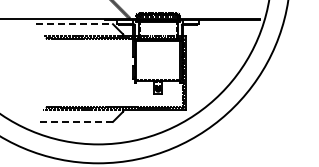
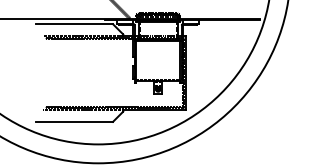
line at (74, 24): dashed -> solid
line at (74, 121): dashed -> solid
